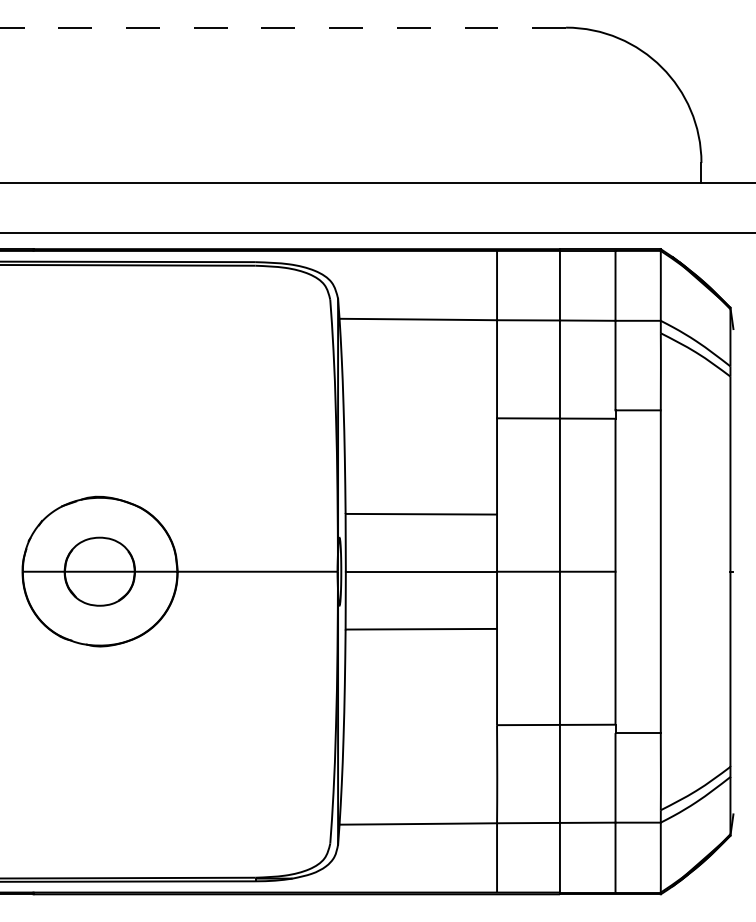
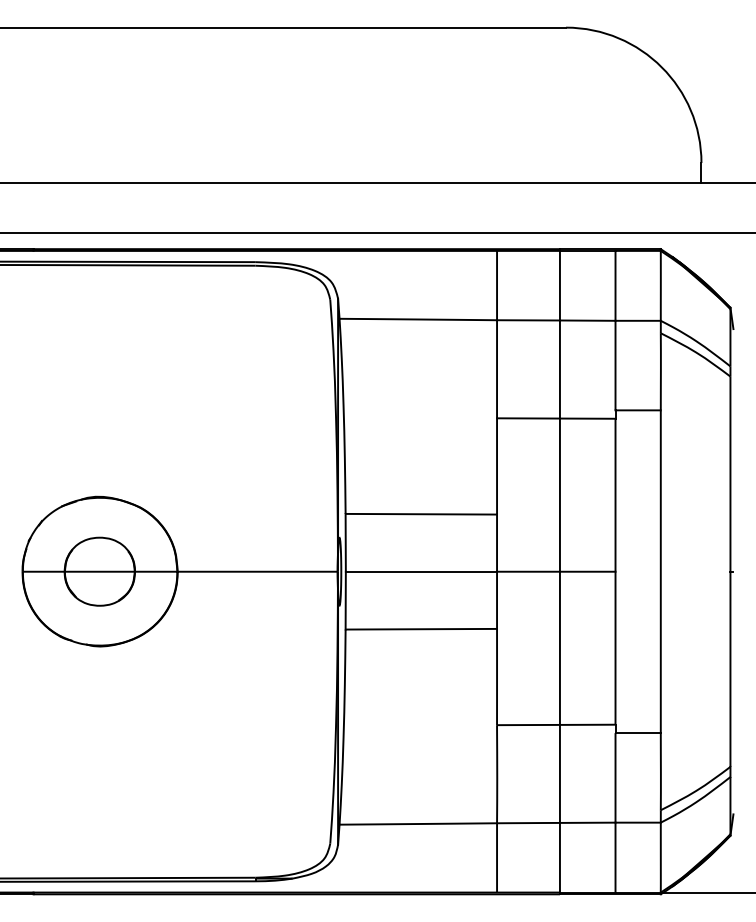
line at (283, 27): dashed -> solid
line at (707, 893): none -> present
